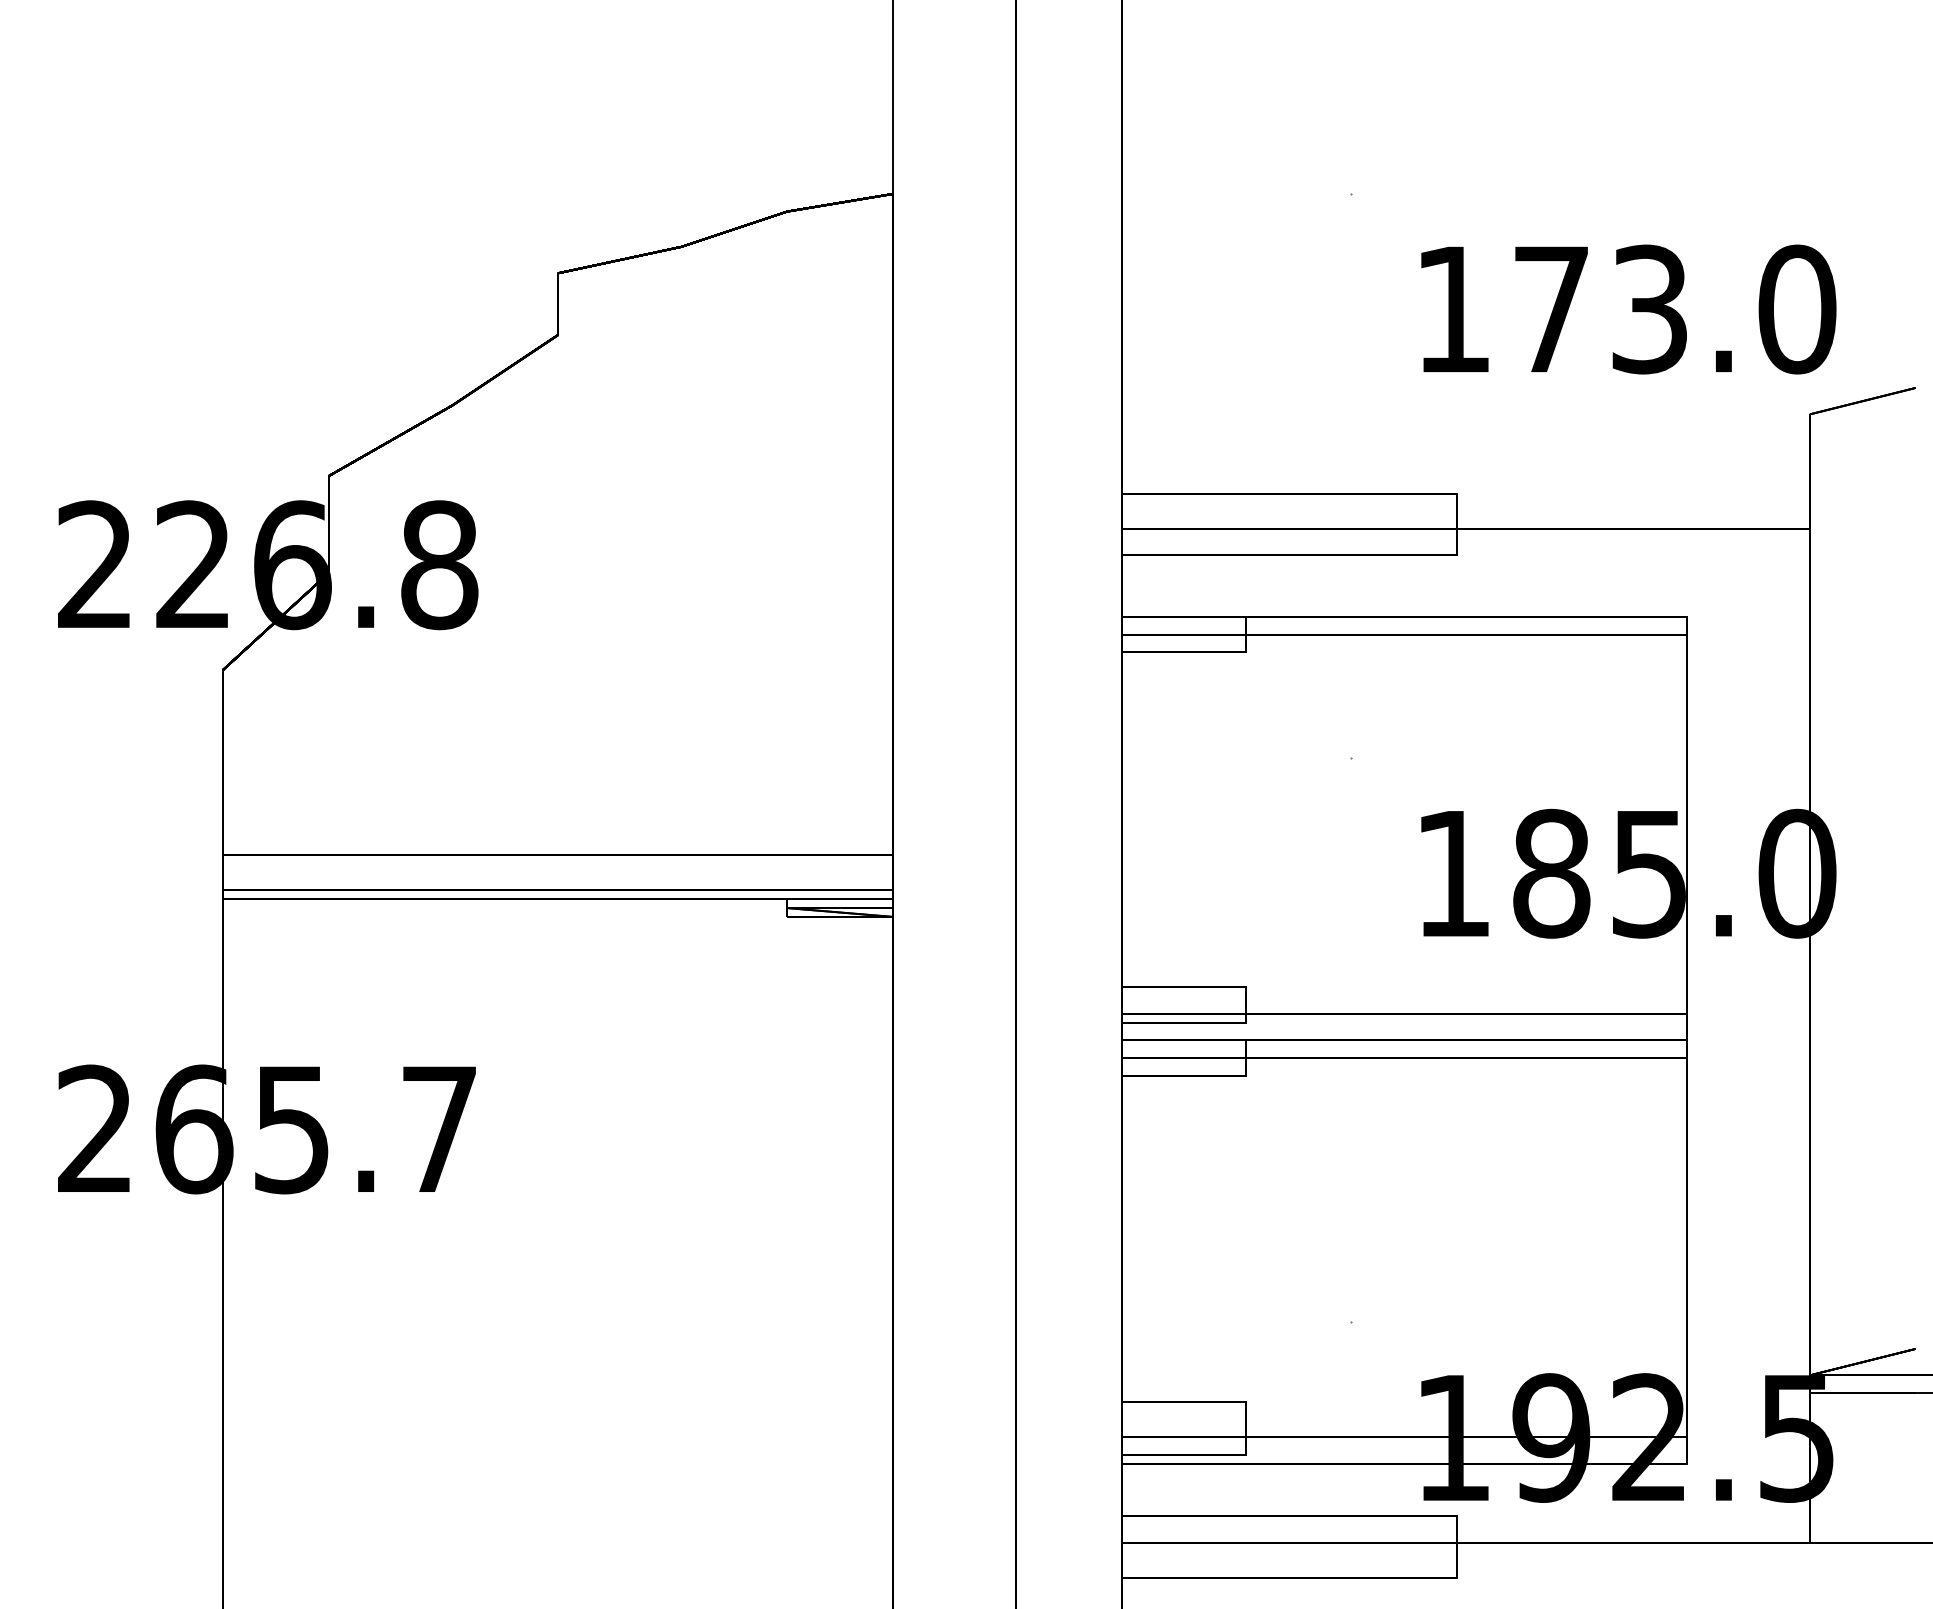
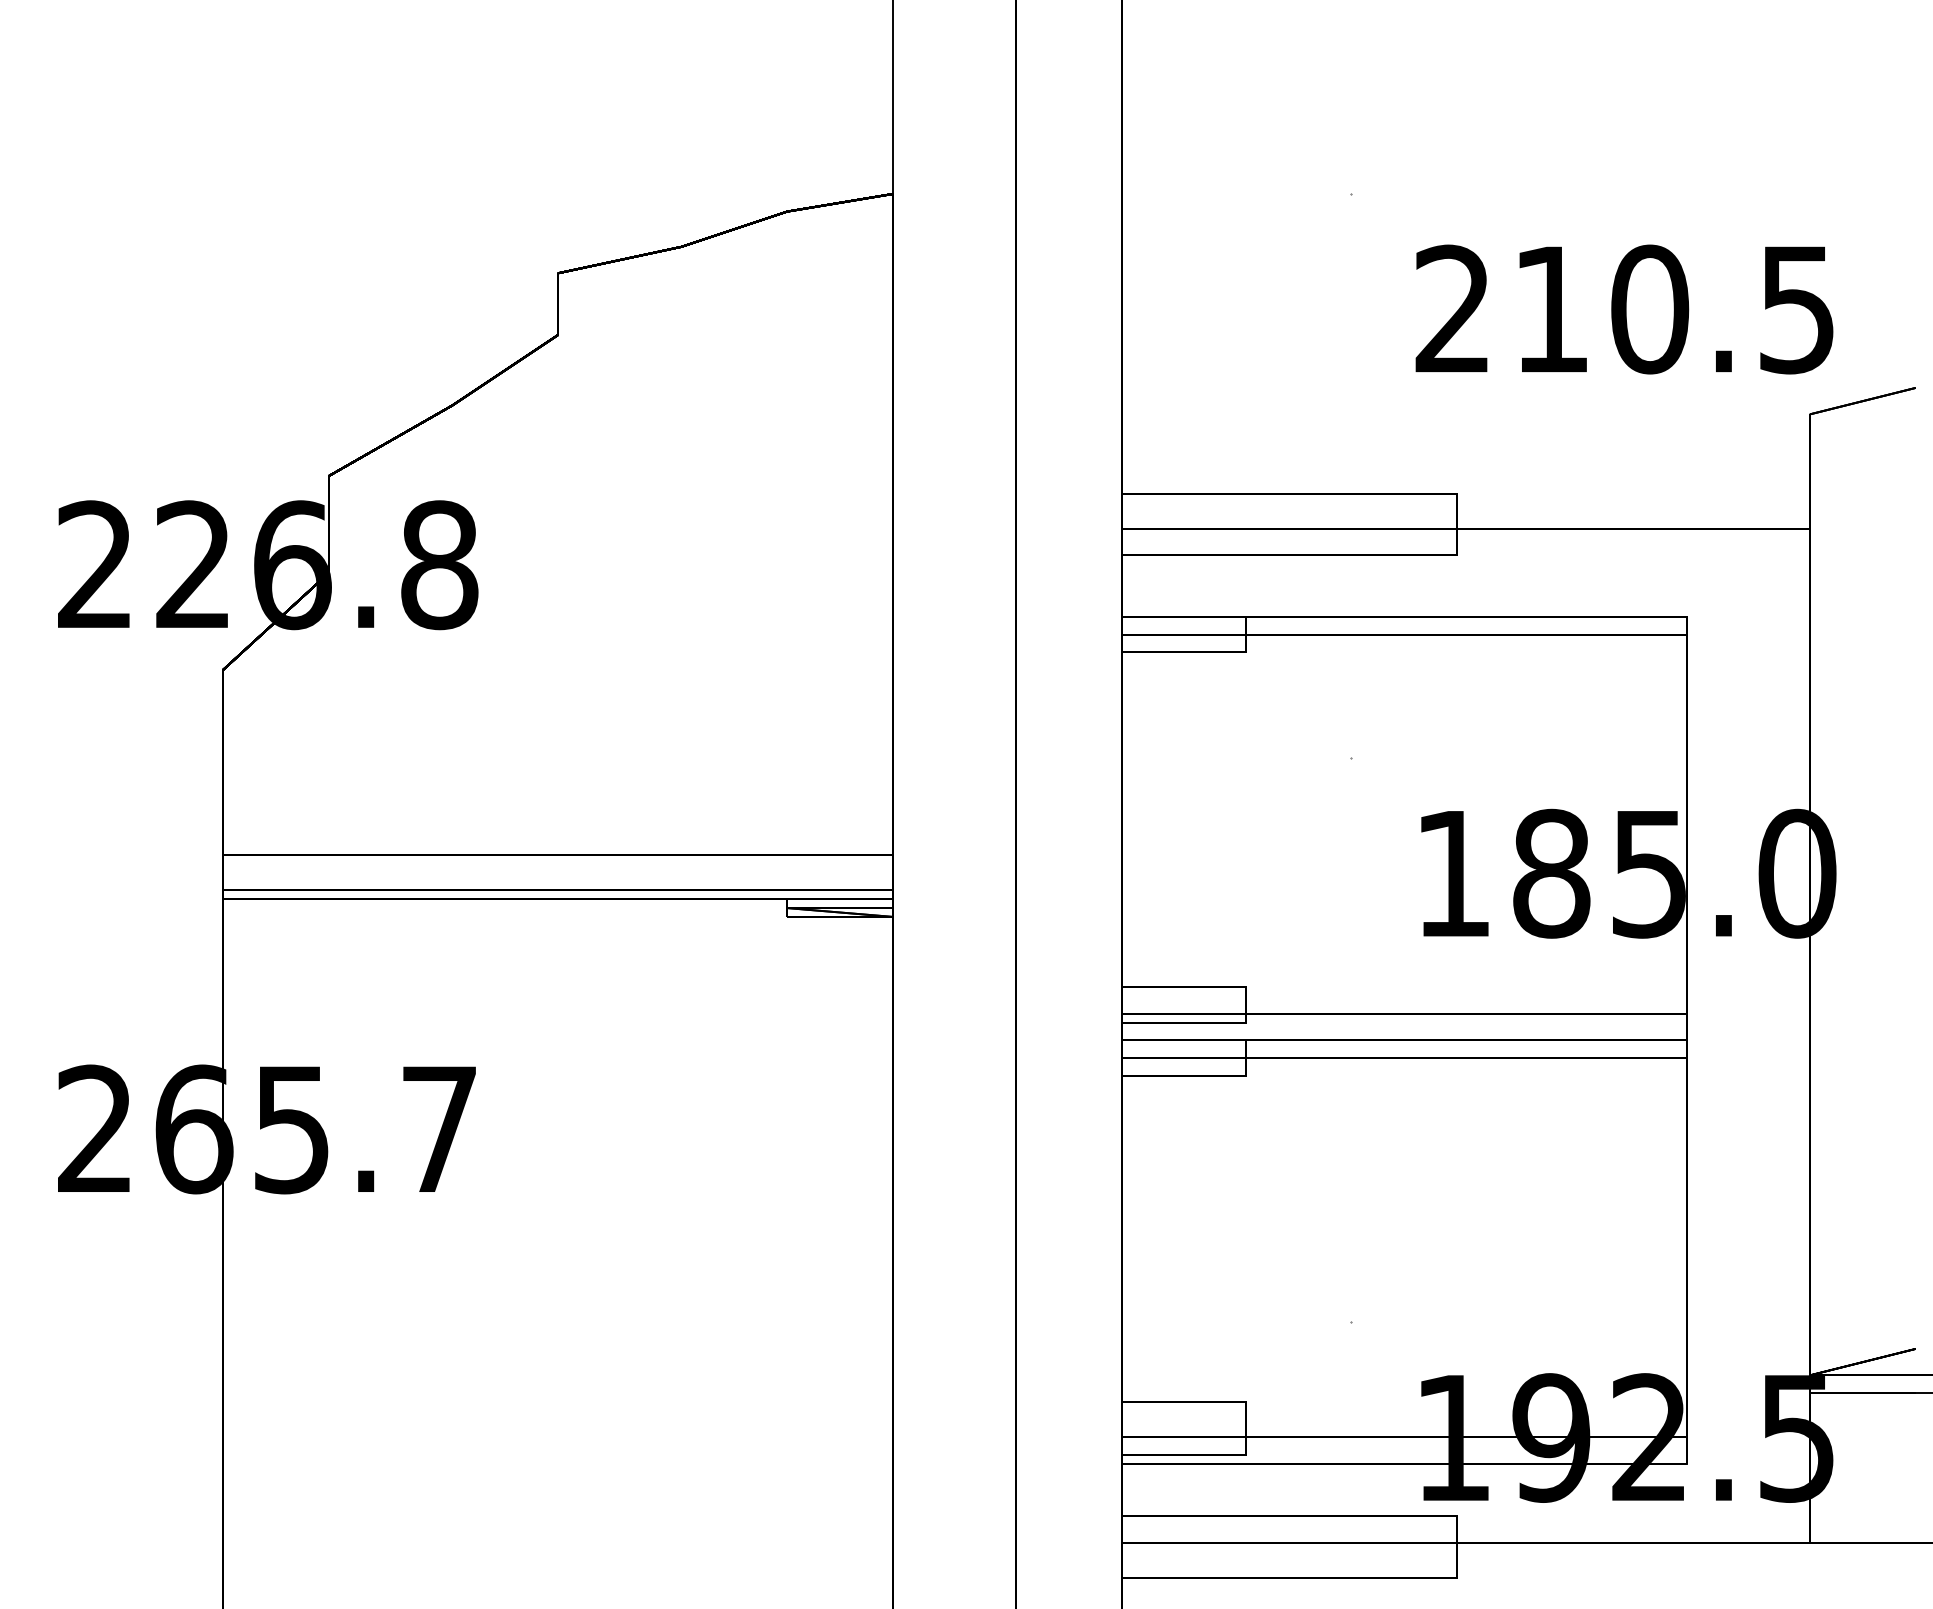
text at (1625, 309): 173.0 -> 210.5
